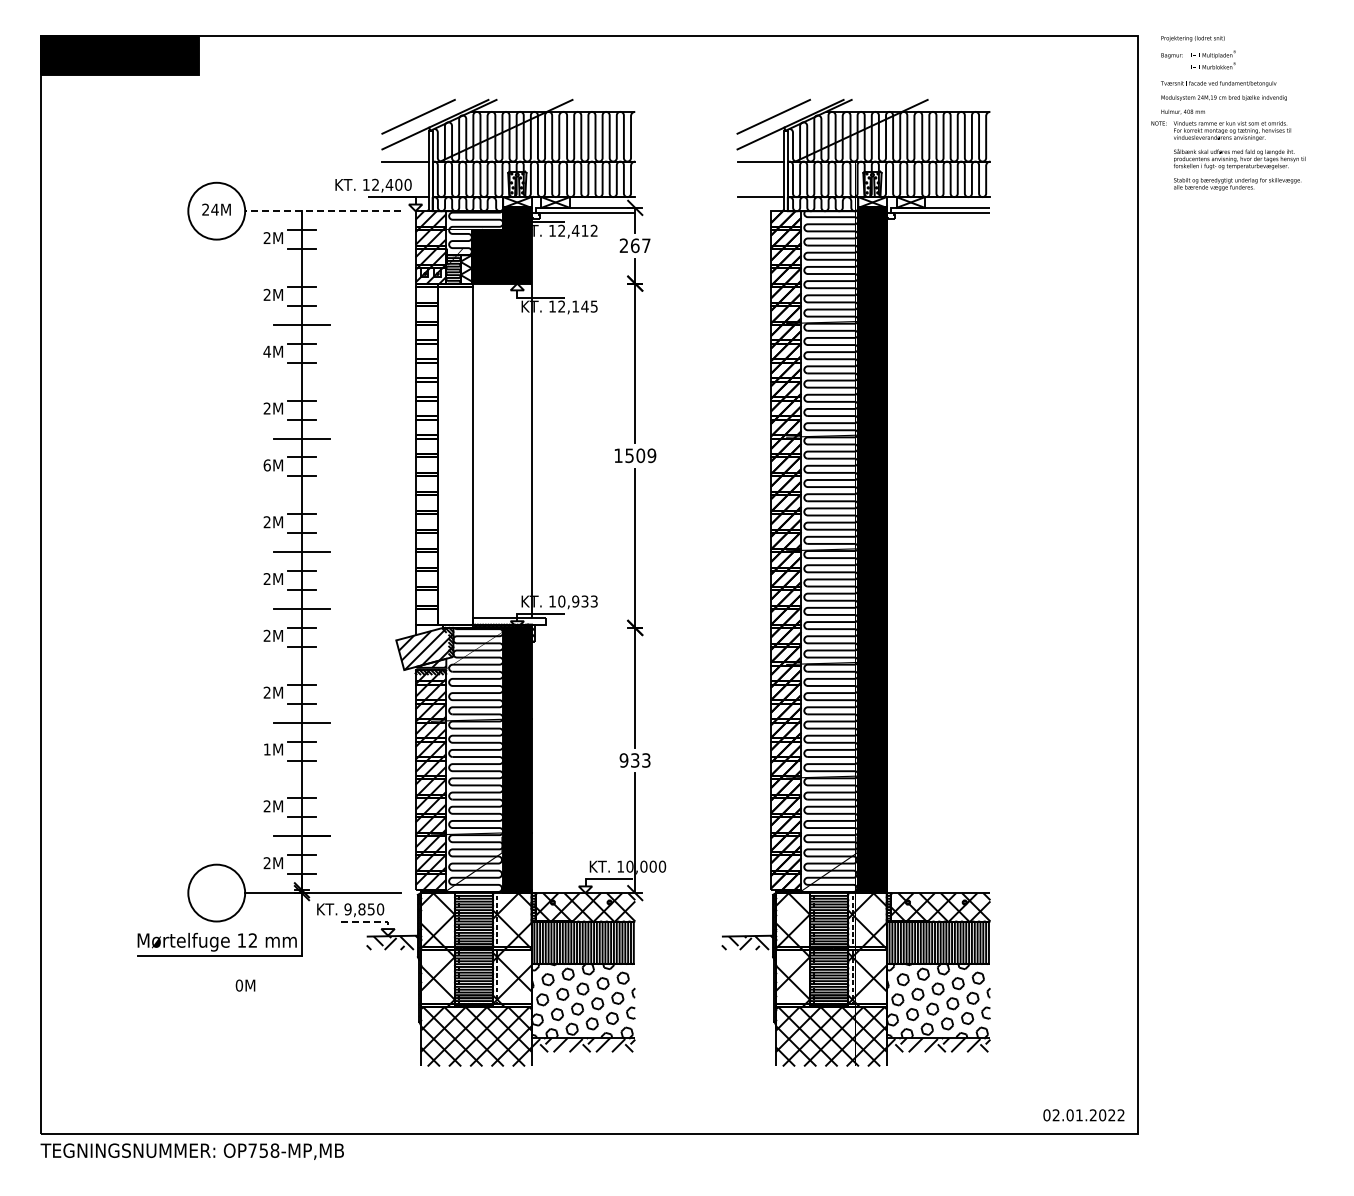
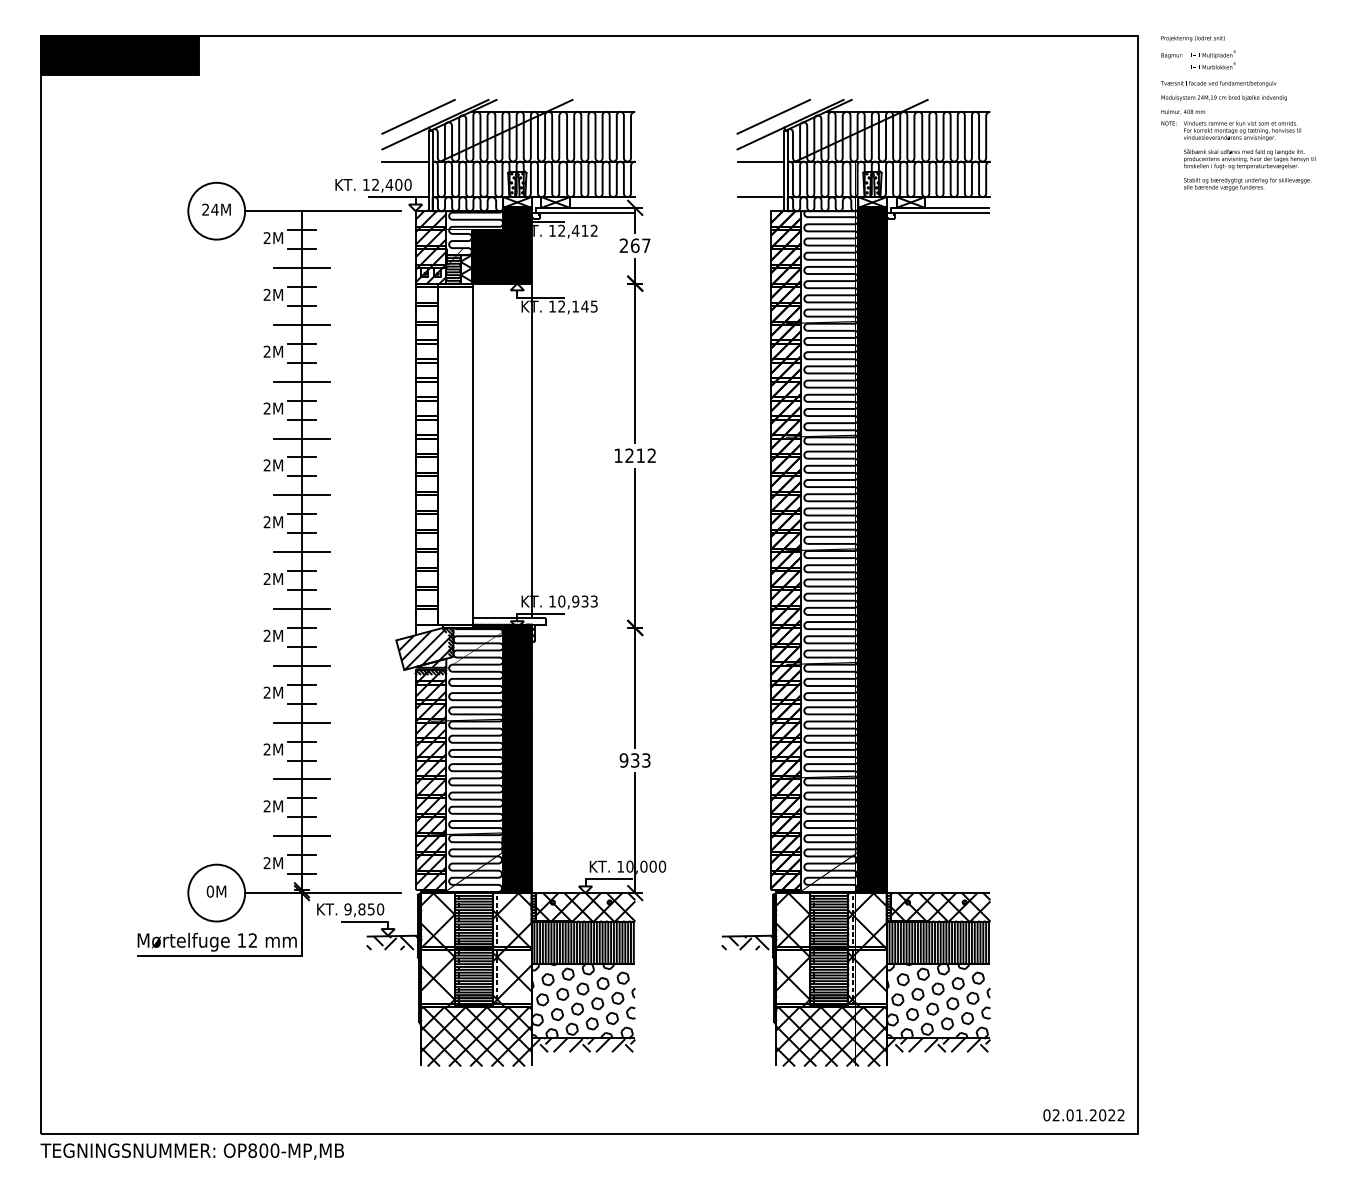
text at (1228, 155) position: (1228, 155) -> (1238, 155)
line at (322, 211): dashed -> solid
line at (301, 268): none -> present
text at (266, 351): 4M -> 2M
line at (301, 381): none -> present
text at (640, 455): 1509 -> 1212
text at (266, 465): 6M -> 2M
line at (301, 495): none -> present
line at (301, 665): none -> present
text at (266, 749): 1M -> 2M
line at (301, 779): none -> present
line at (369, 921): dashed -> solid
text at (245, 985) position: (245, 985) -> (216, 891)
text at (263, 1150): OP758-MP,MB -> OP800-MP,MB
